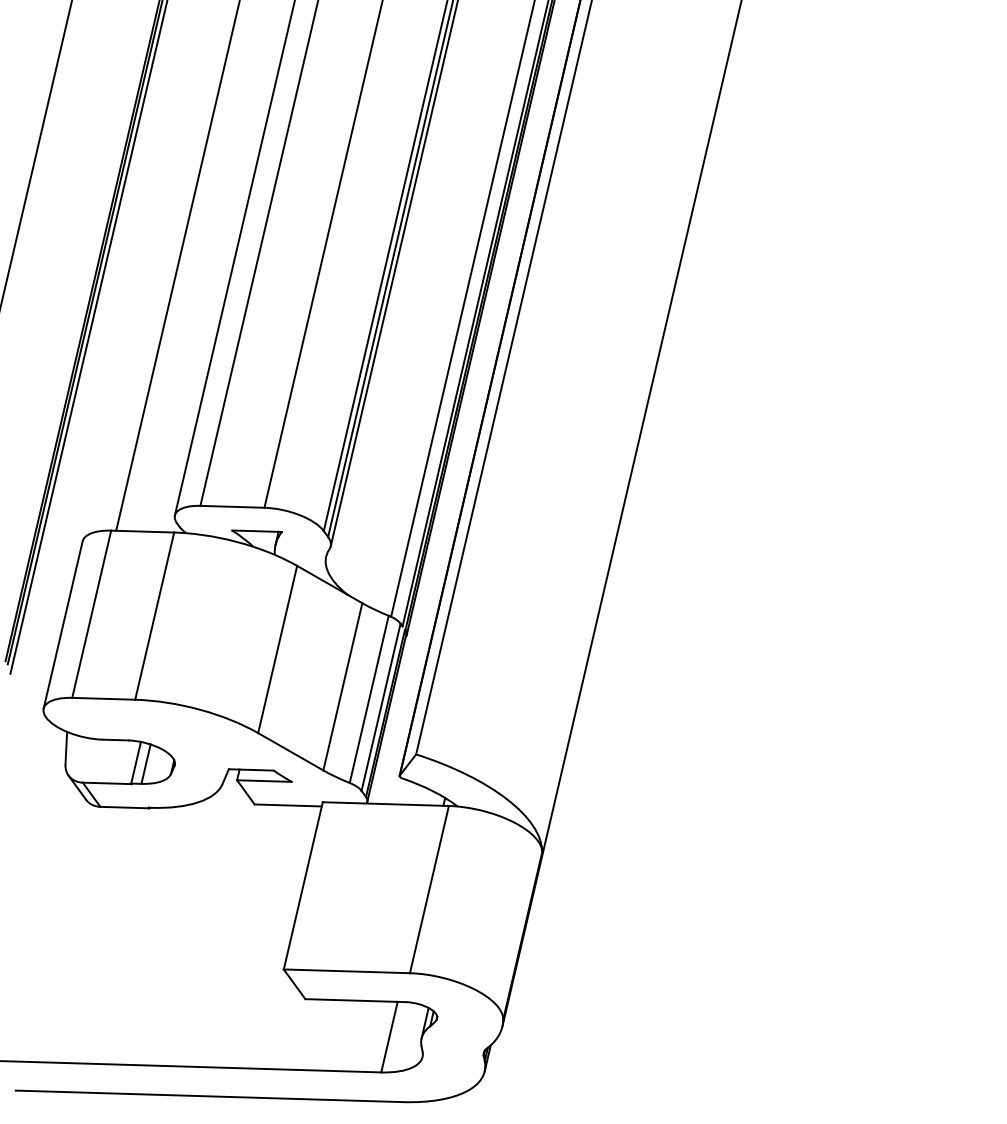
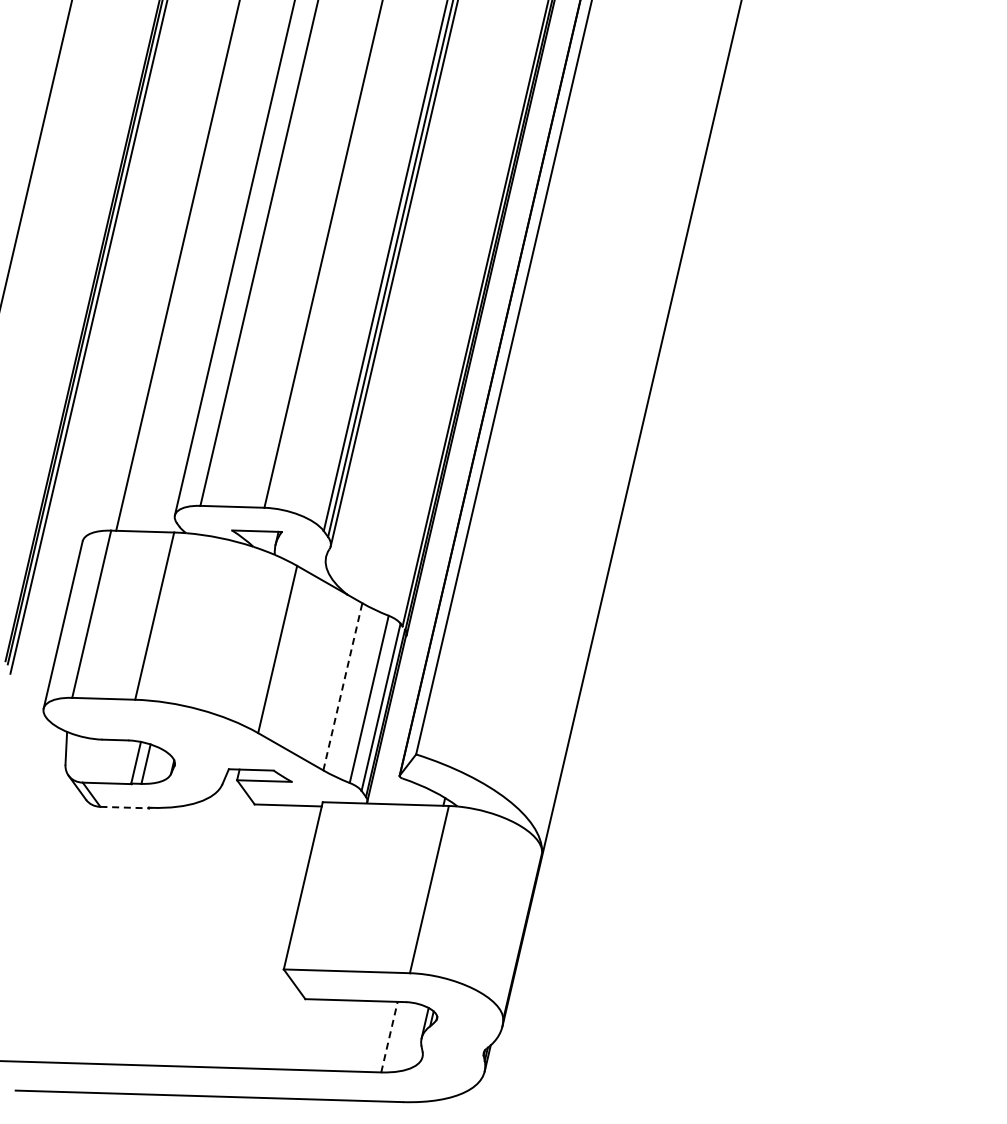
line at (462, 309): present -> none
line at (342, 686): solid -> dashed
line at (125, 807): solid -> dashed
line at (389, 1036): solid -> dashed
